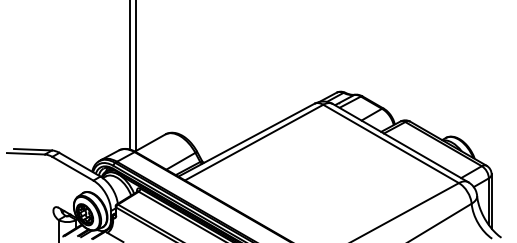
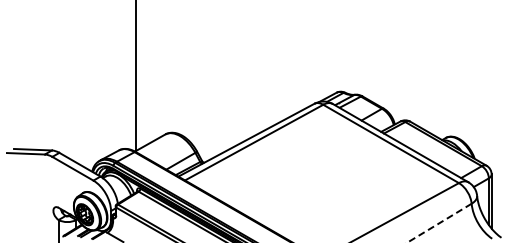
line at (130, 75): present -> none
line at (439, 223): solid -> dashed
